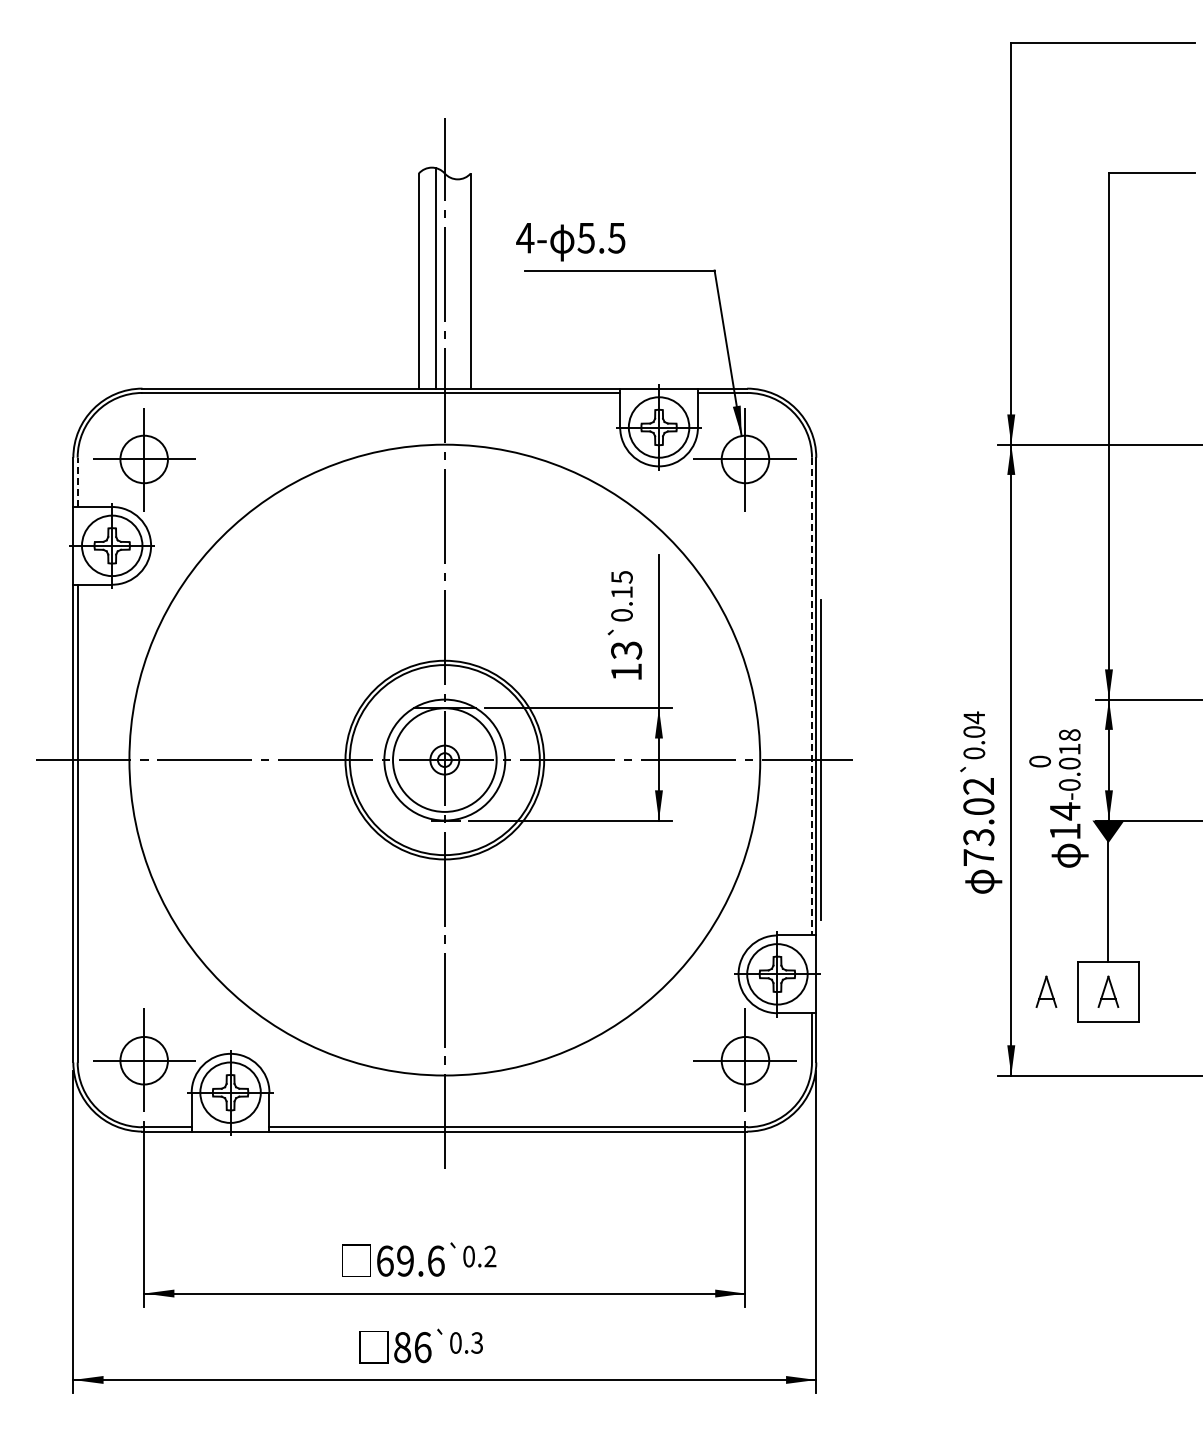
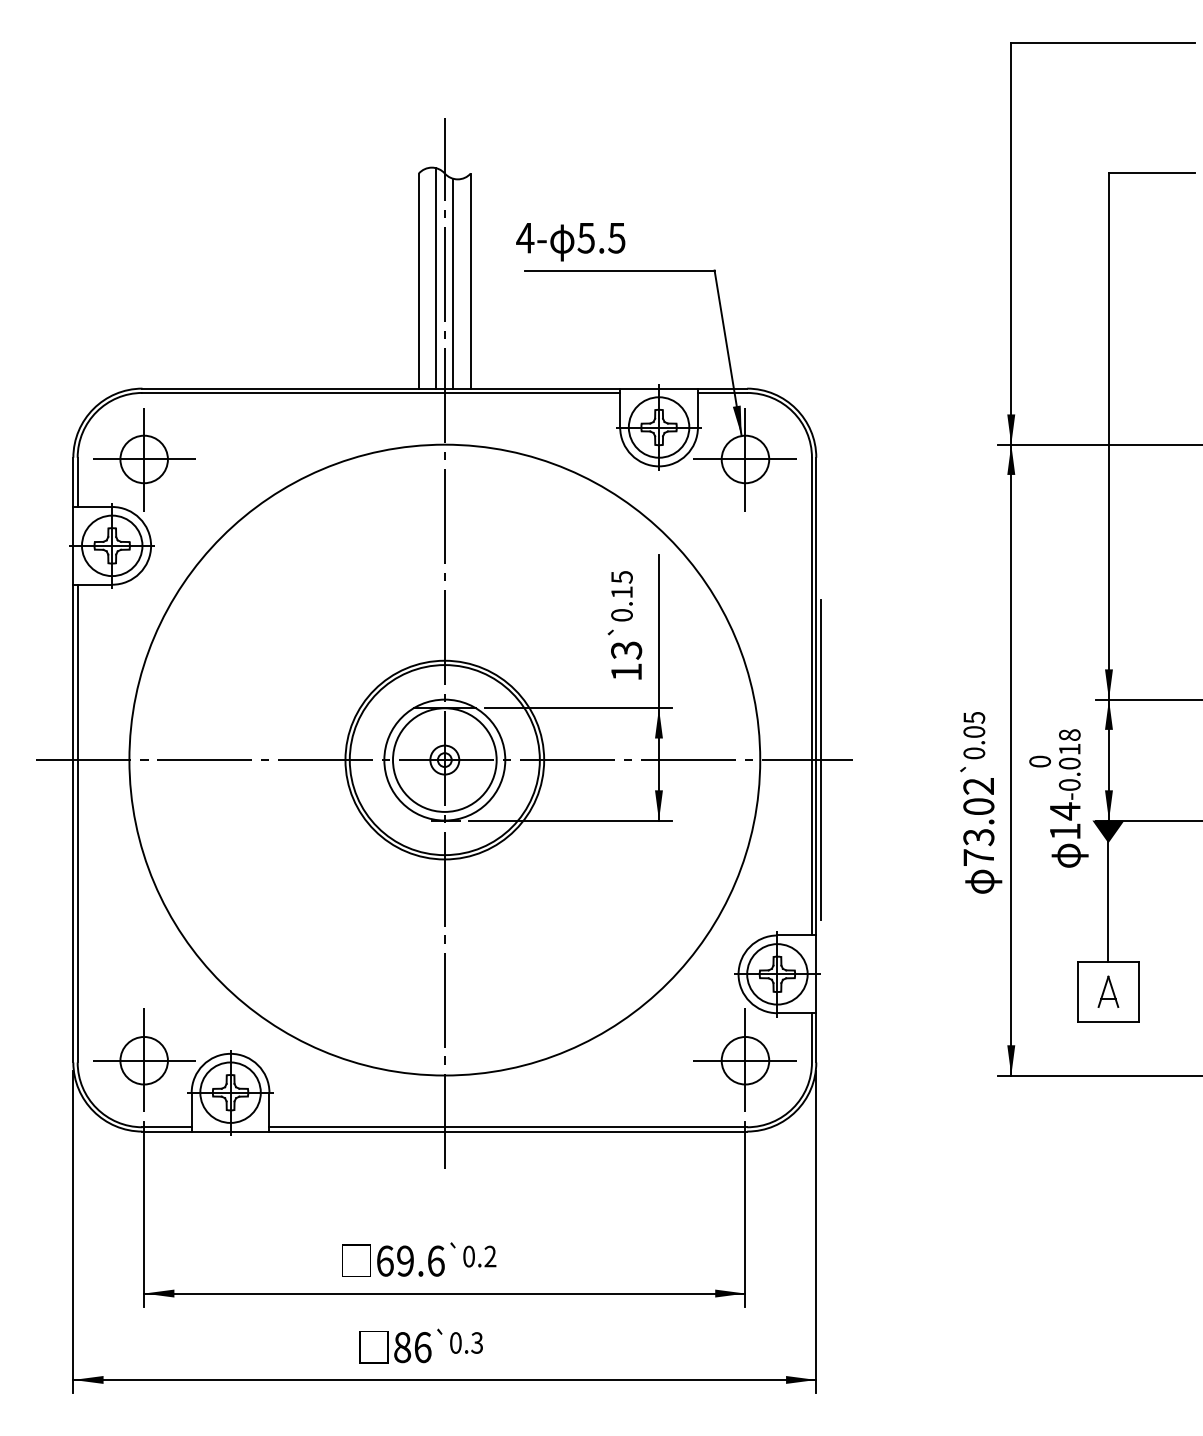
line at (453, 283): none -> present
line at (77, 482): dashed -> solid
line at (811, 696): dashed -> solid
text at (974, 717): 0.04 -> 0.05
part at (1046, 991): present -> none
